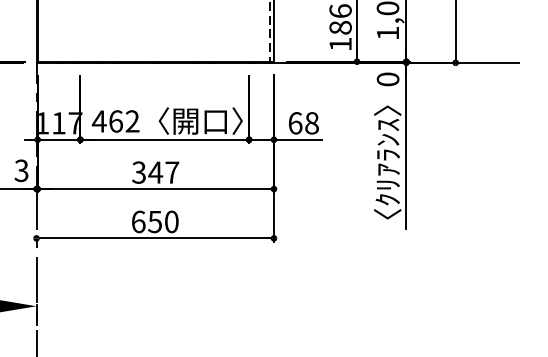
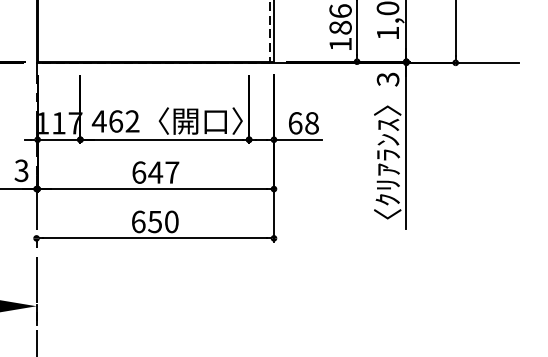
text at (388, 79): 0 -> 3
text at (139, 172): 347 -> 647
